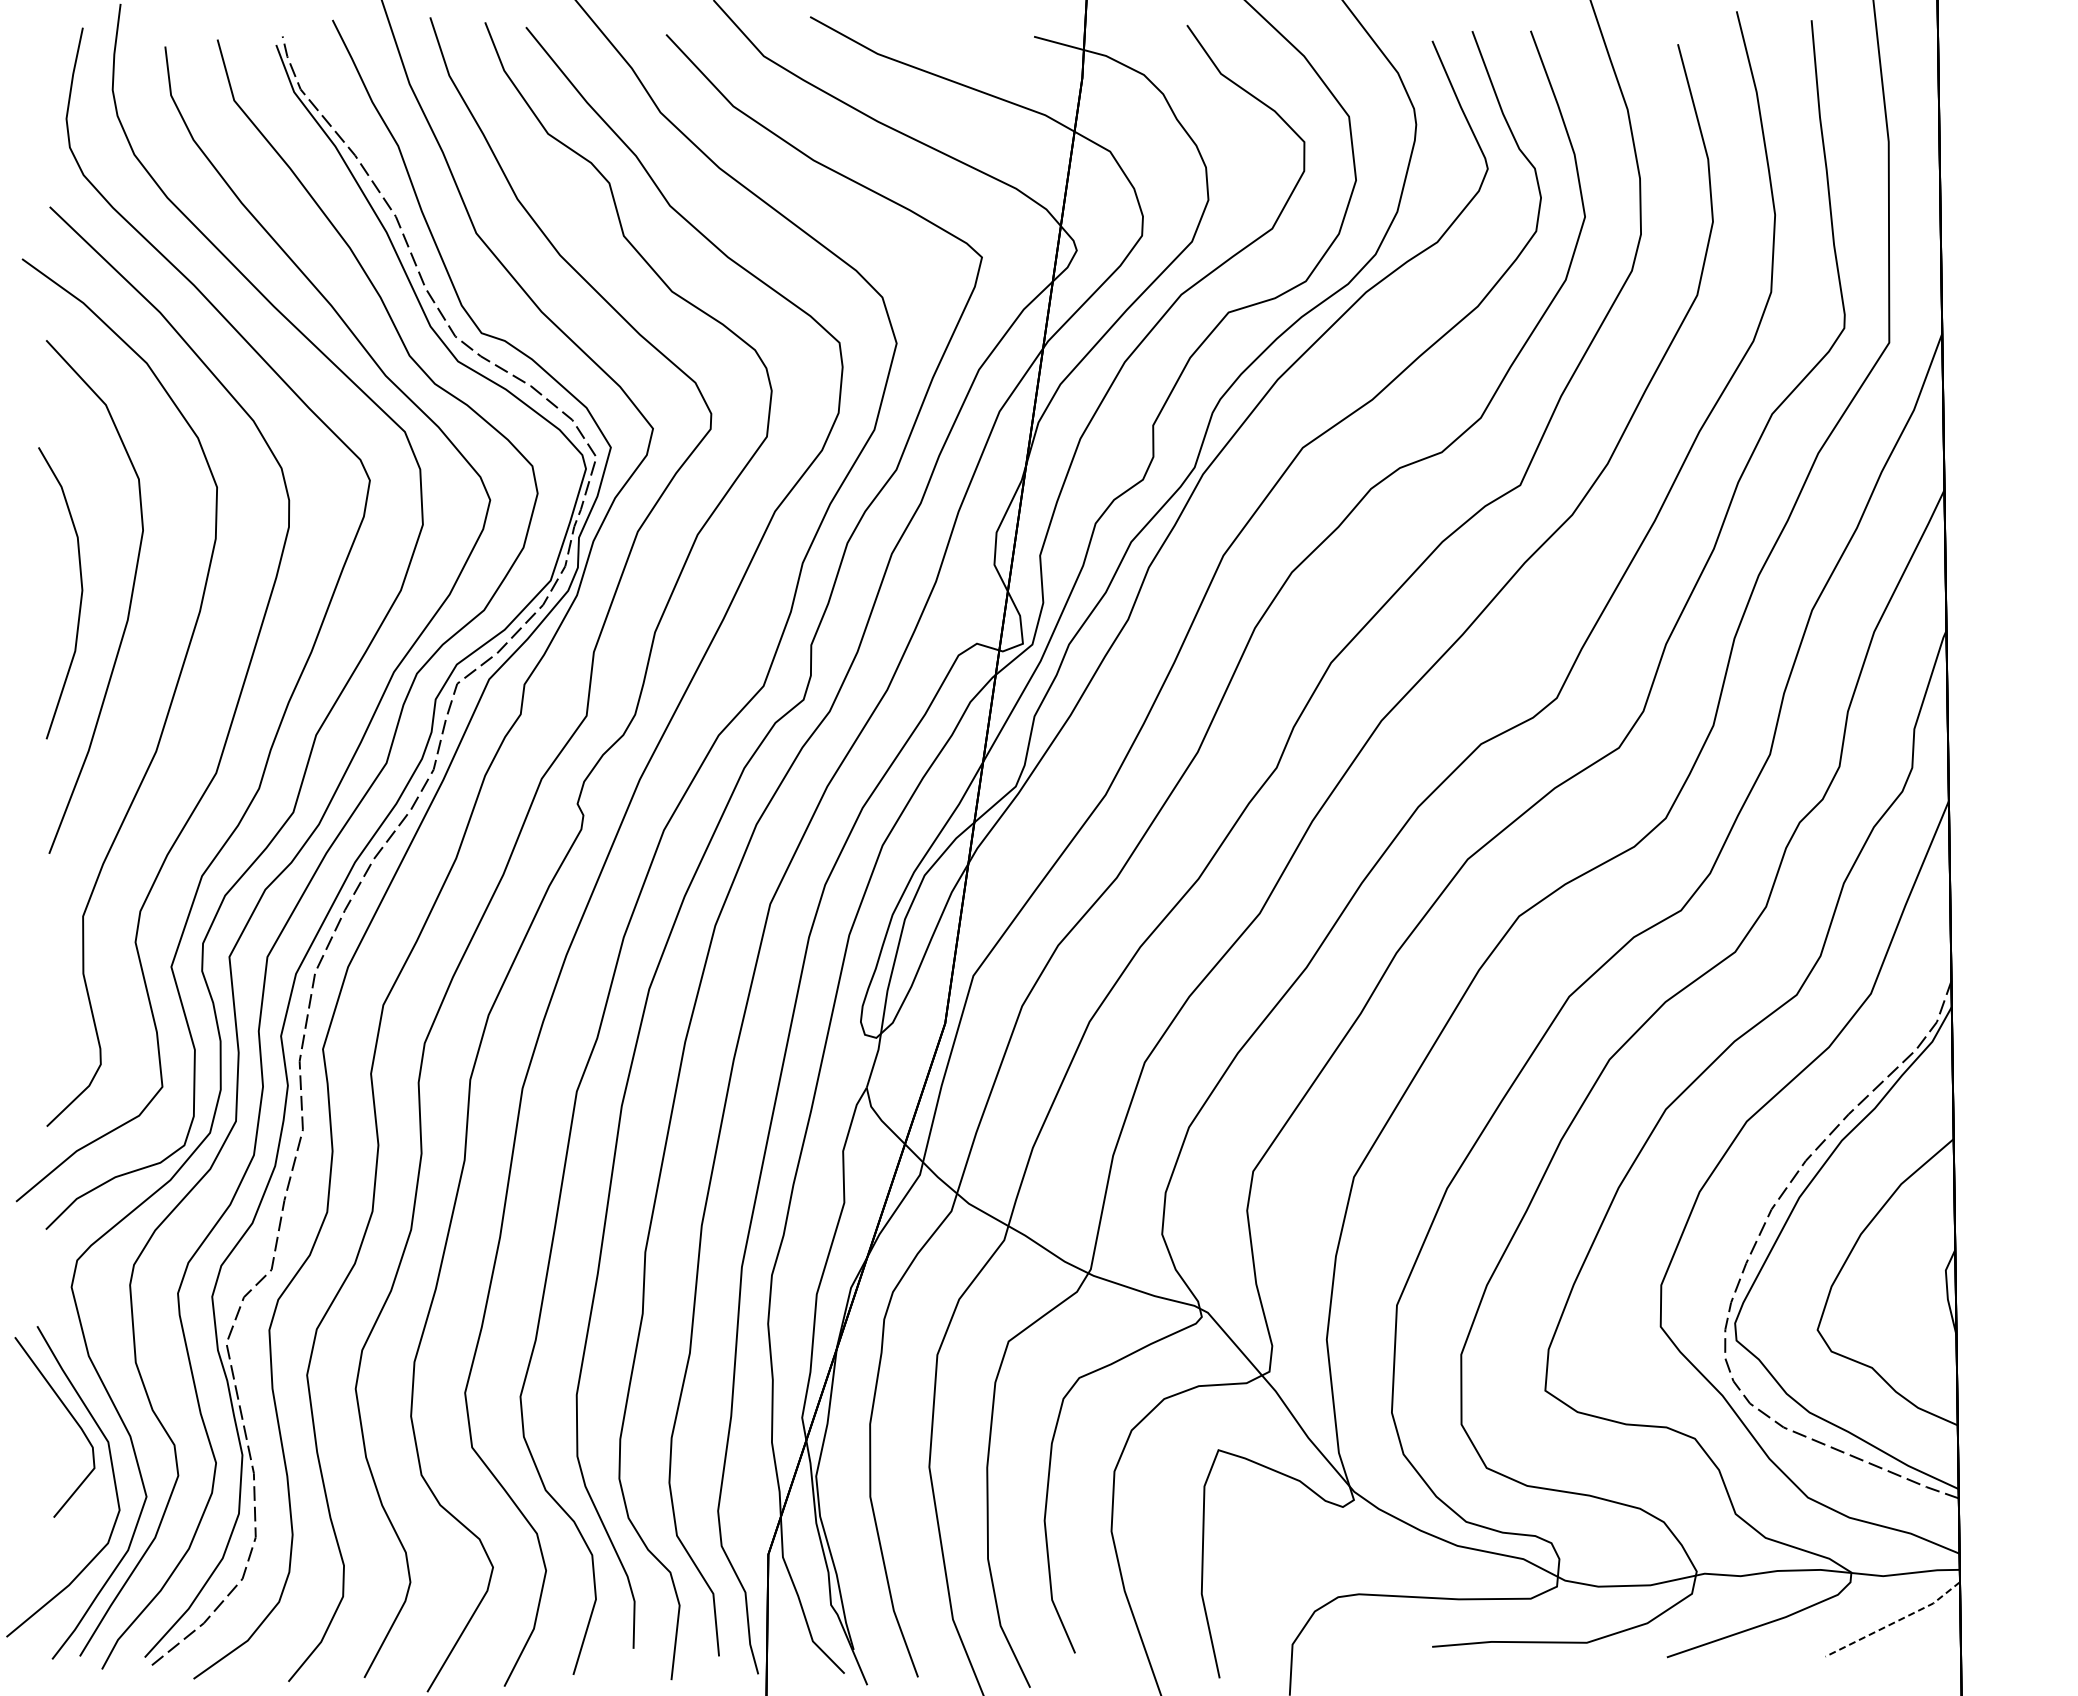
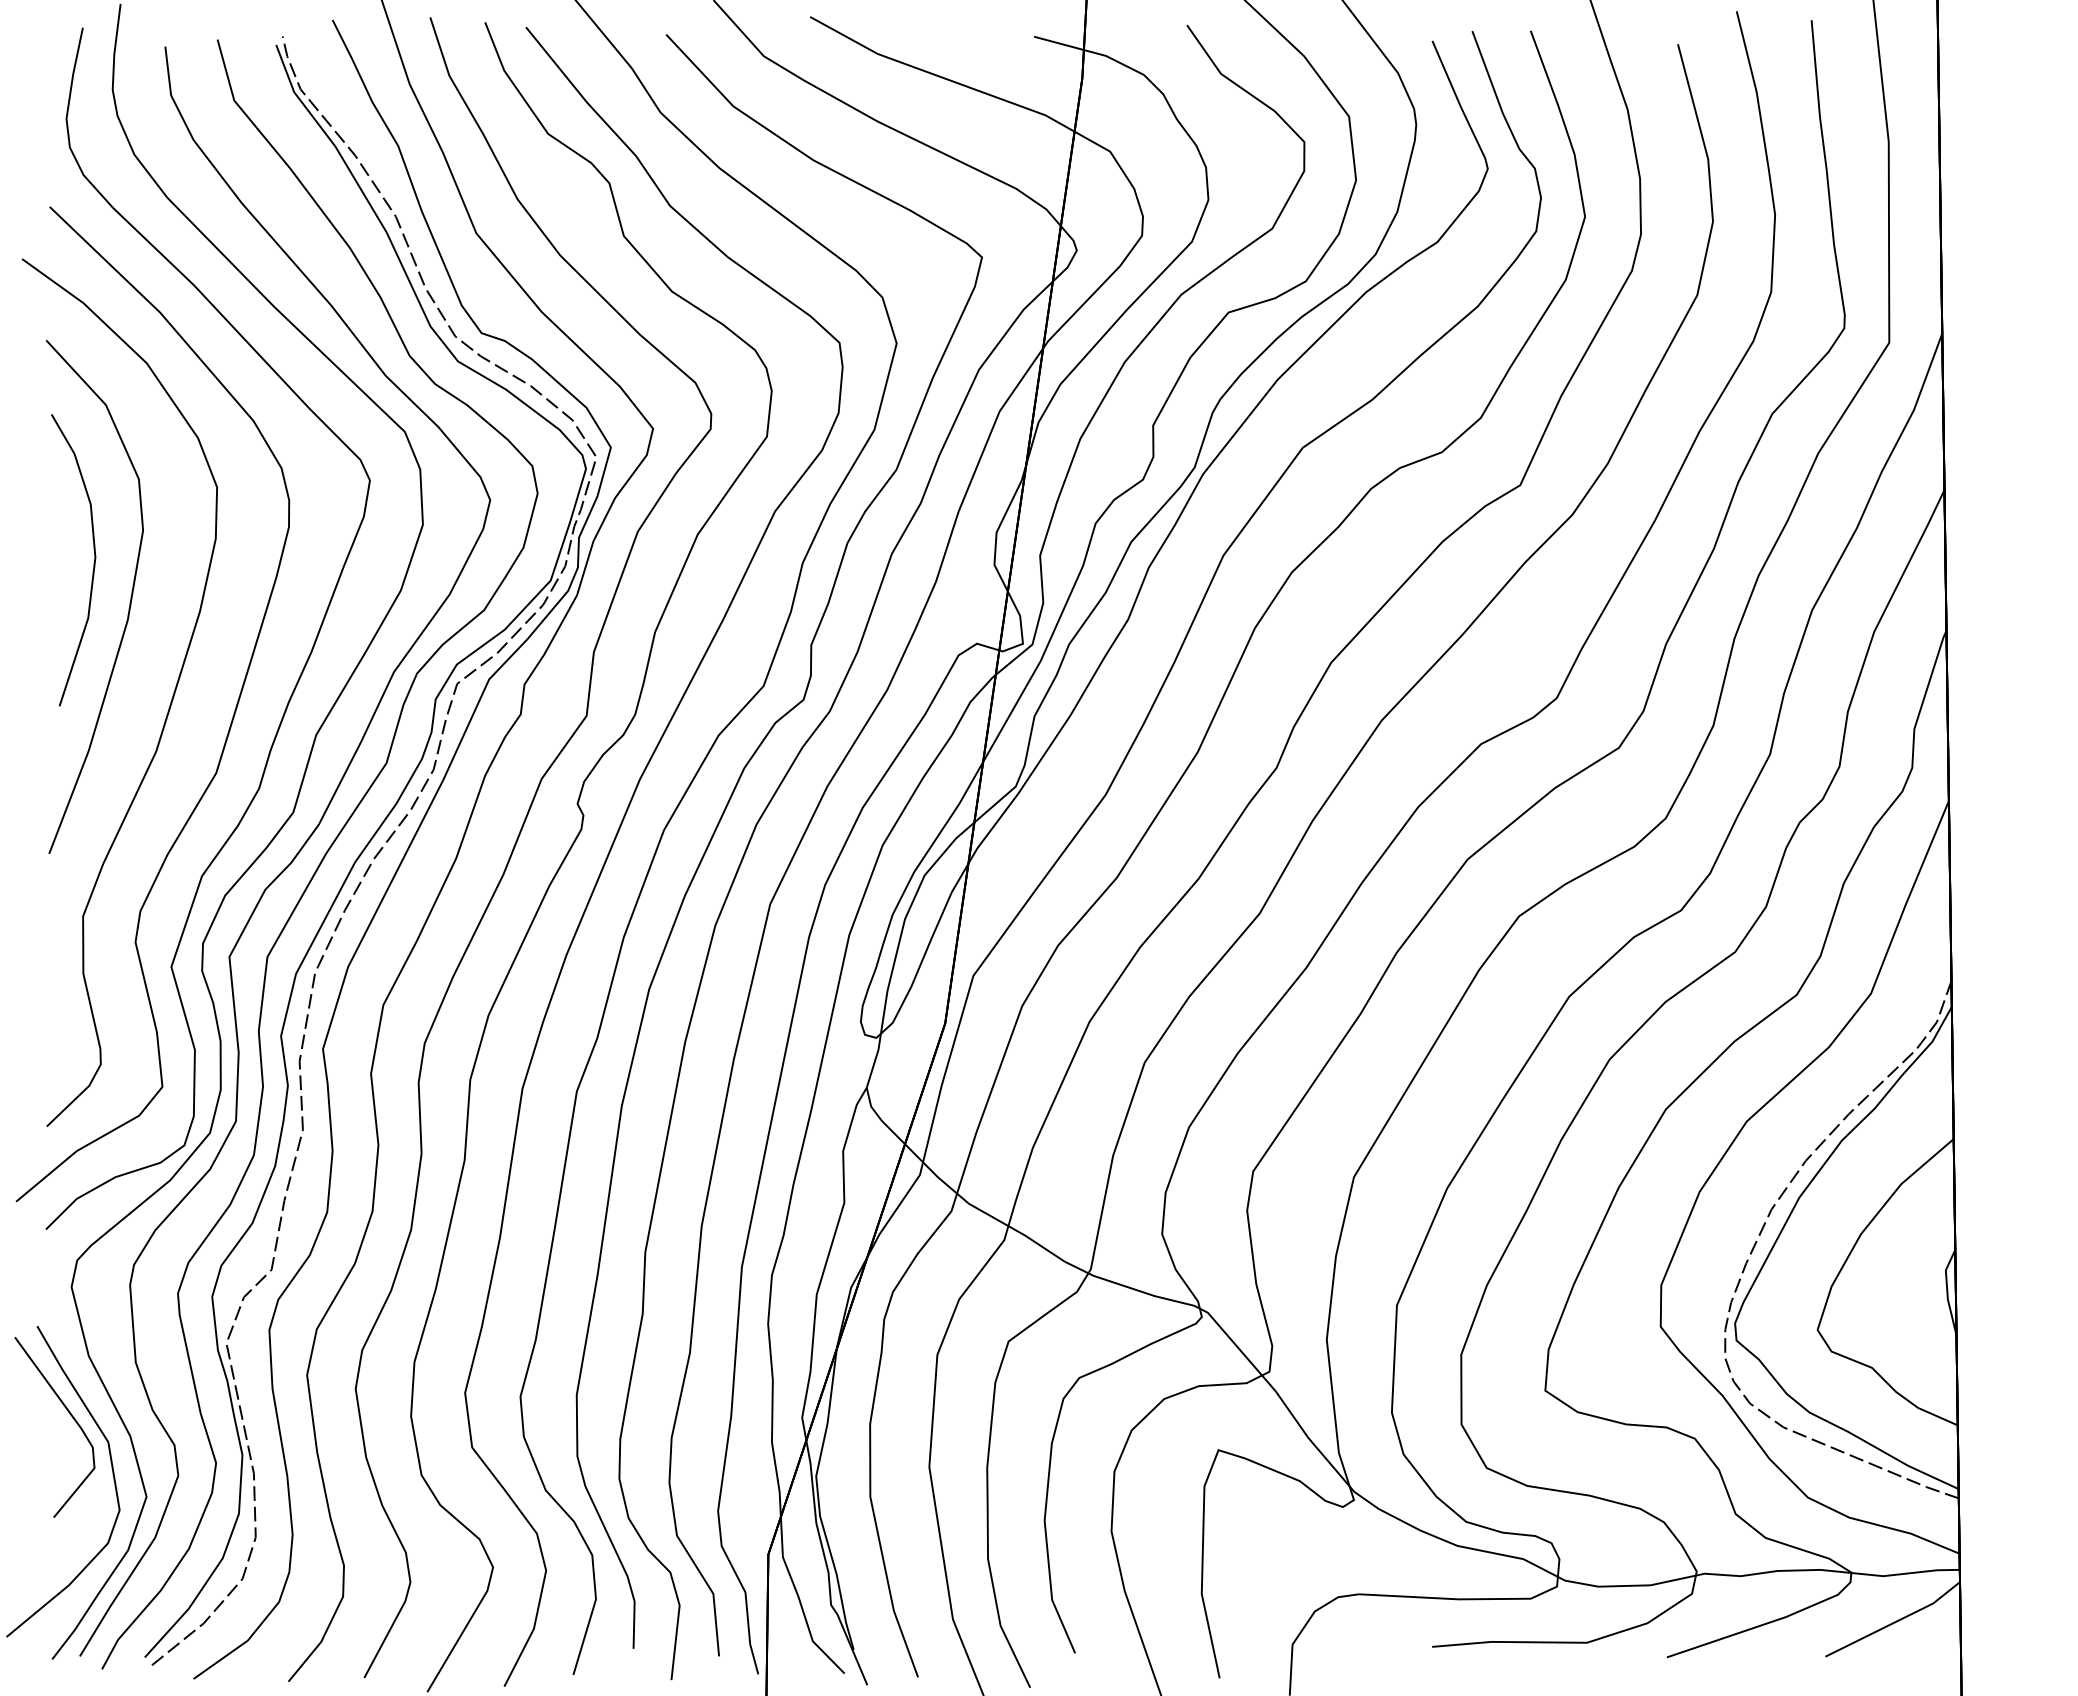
curve at (80, 595) position: (80, 595) -> (93, 562)
line at (1894, 1622): dashed -> solid
